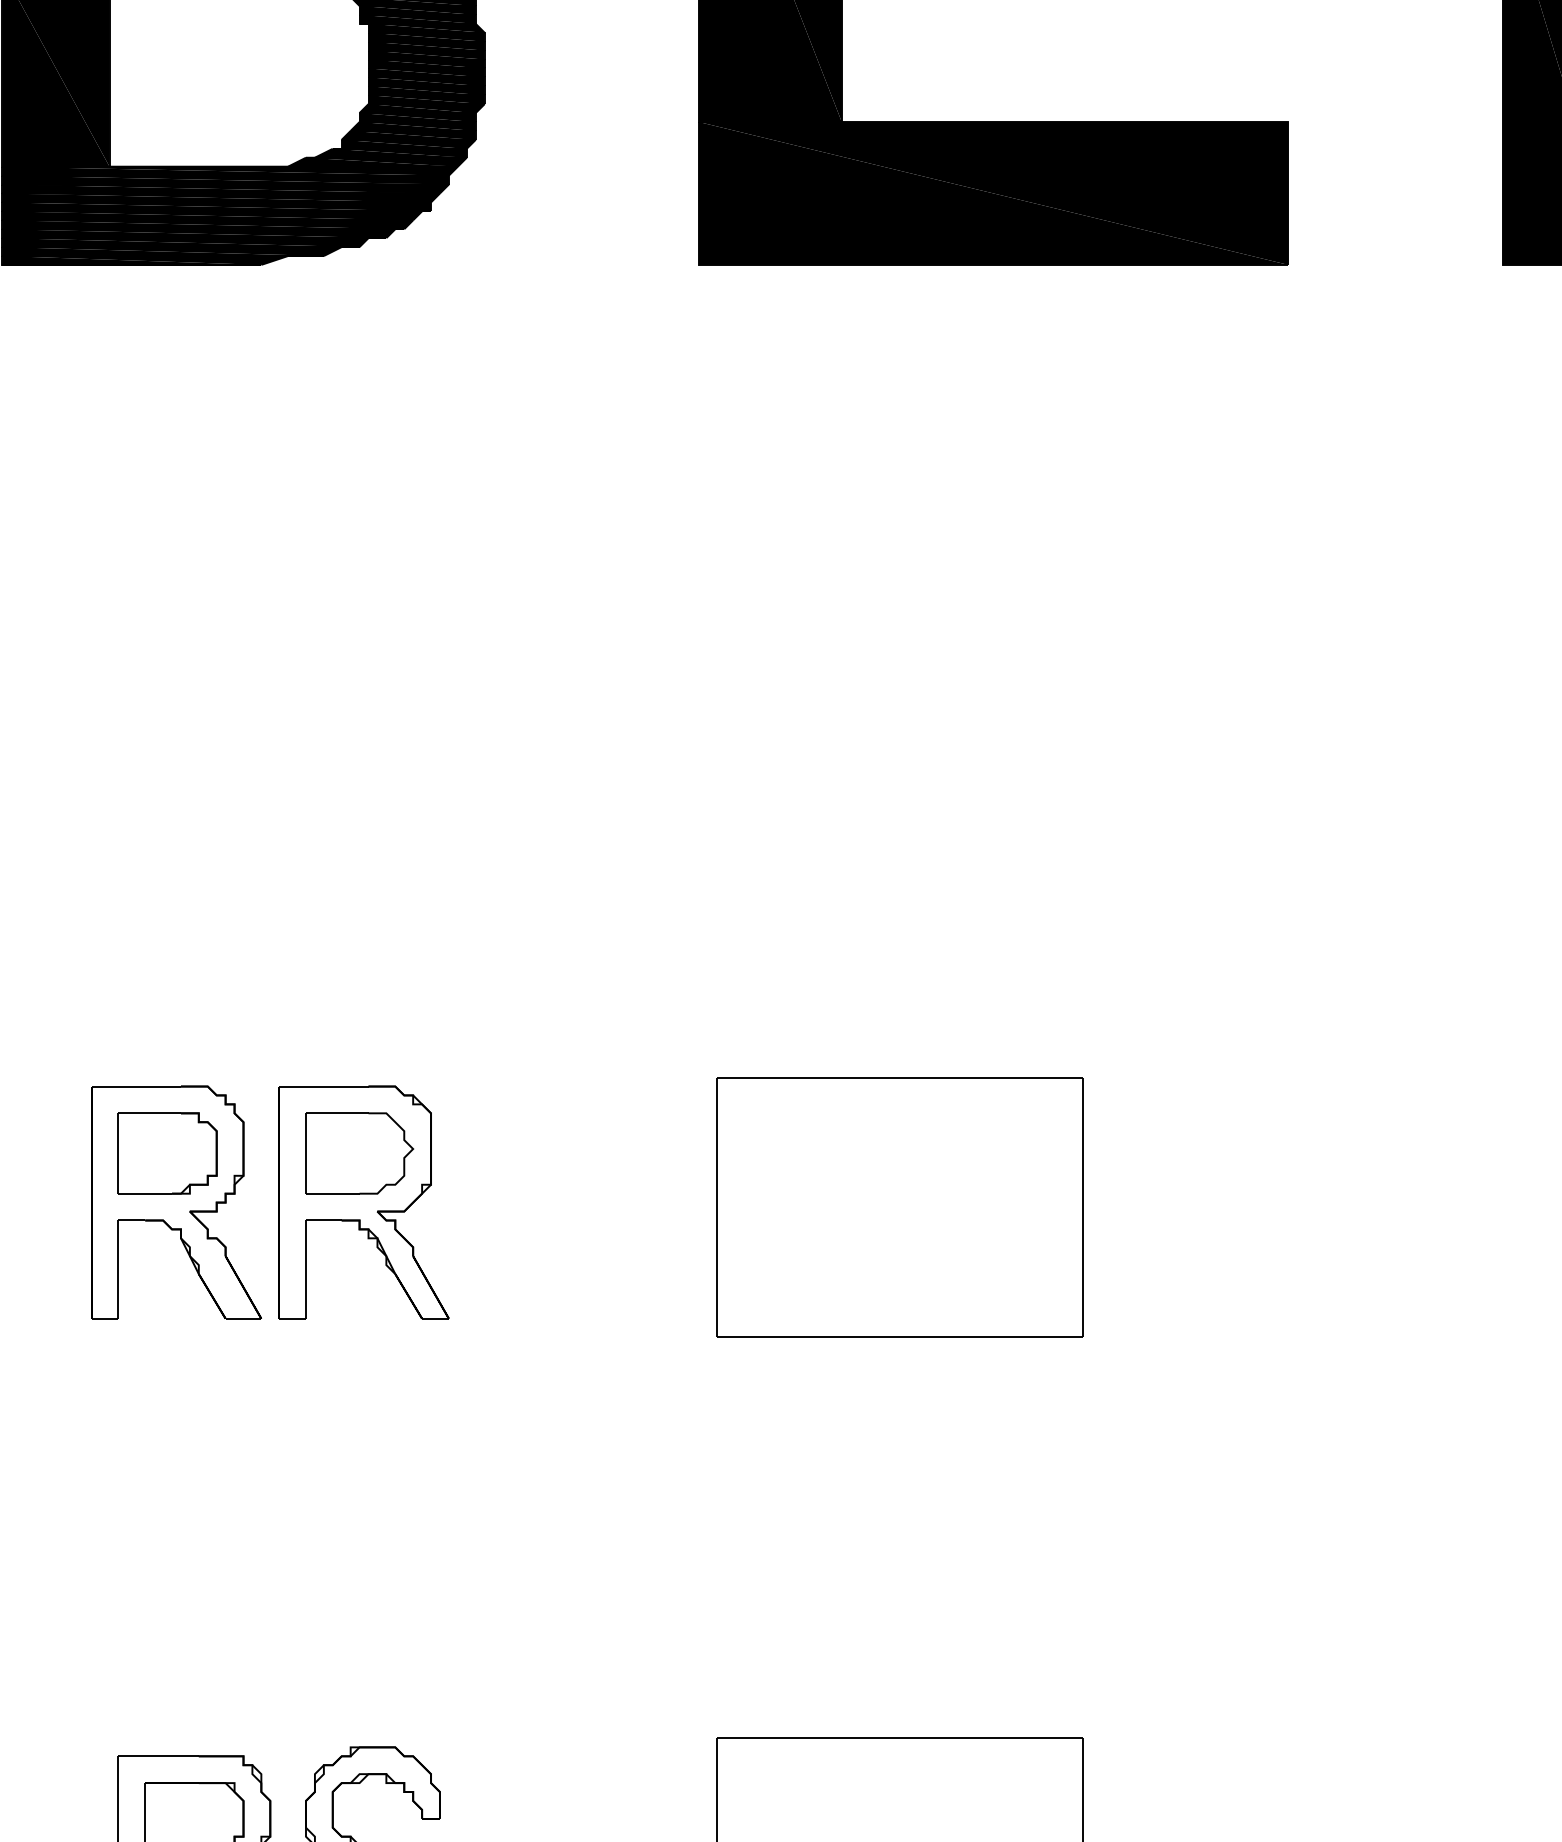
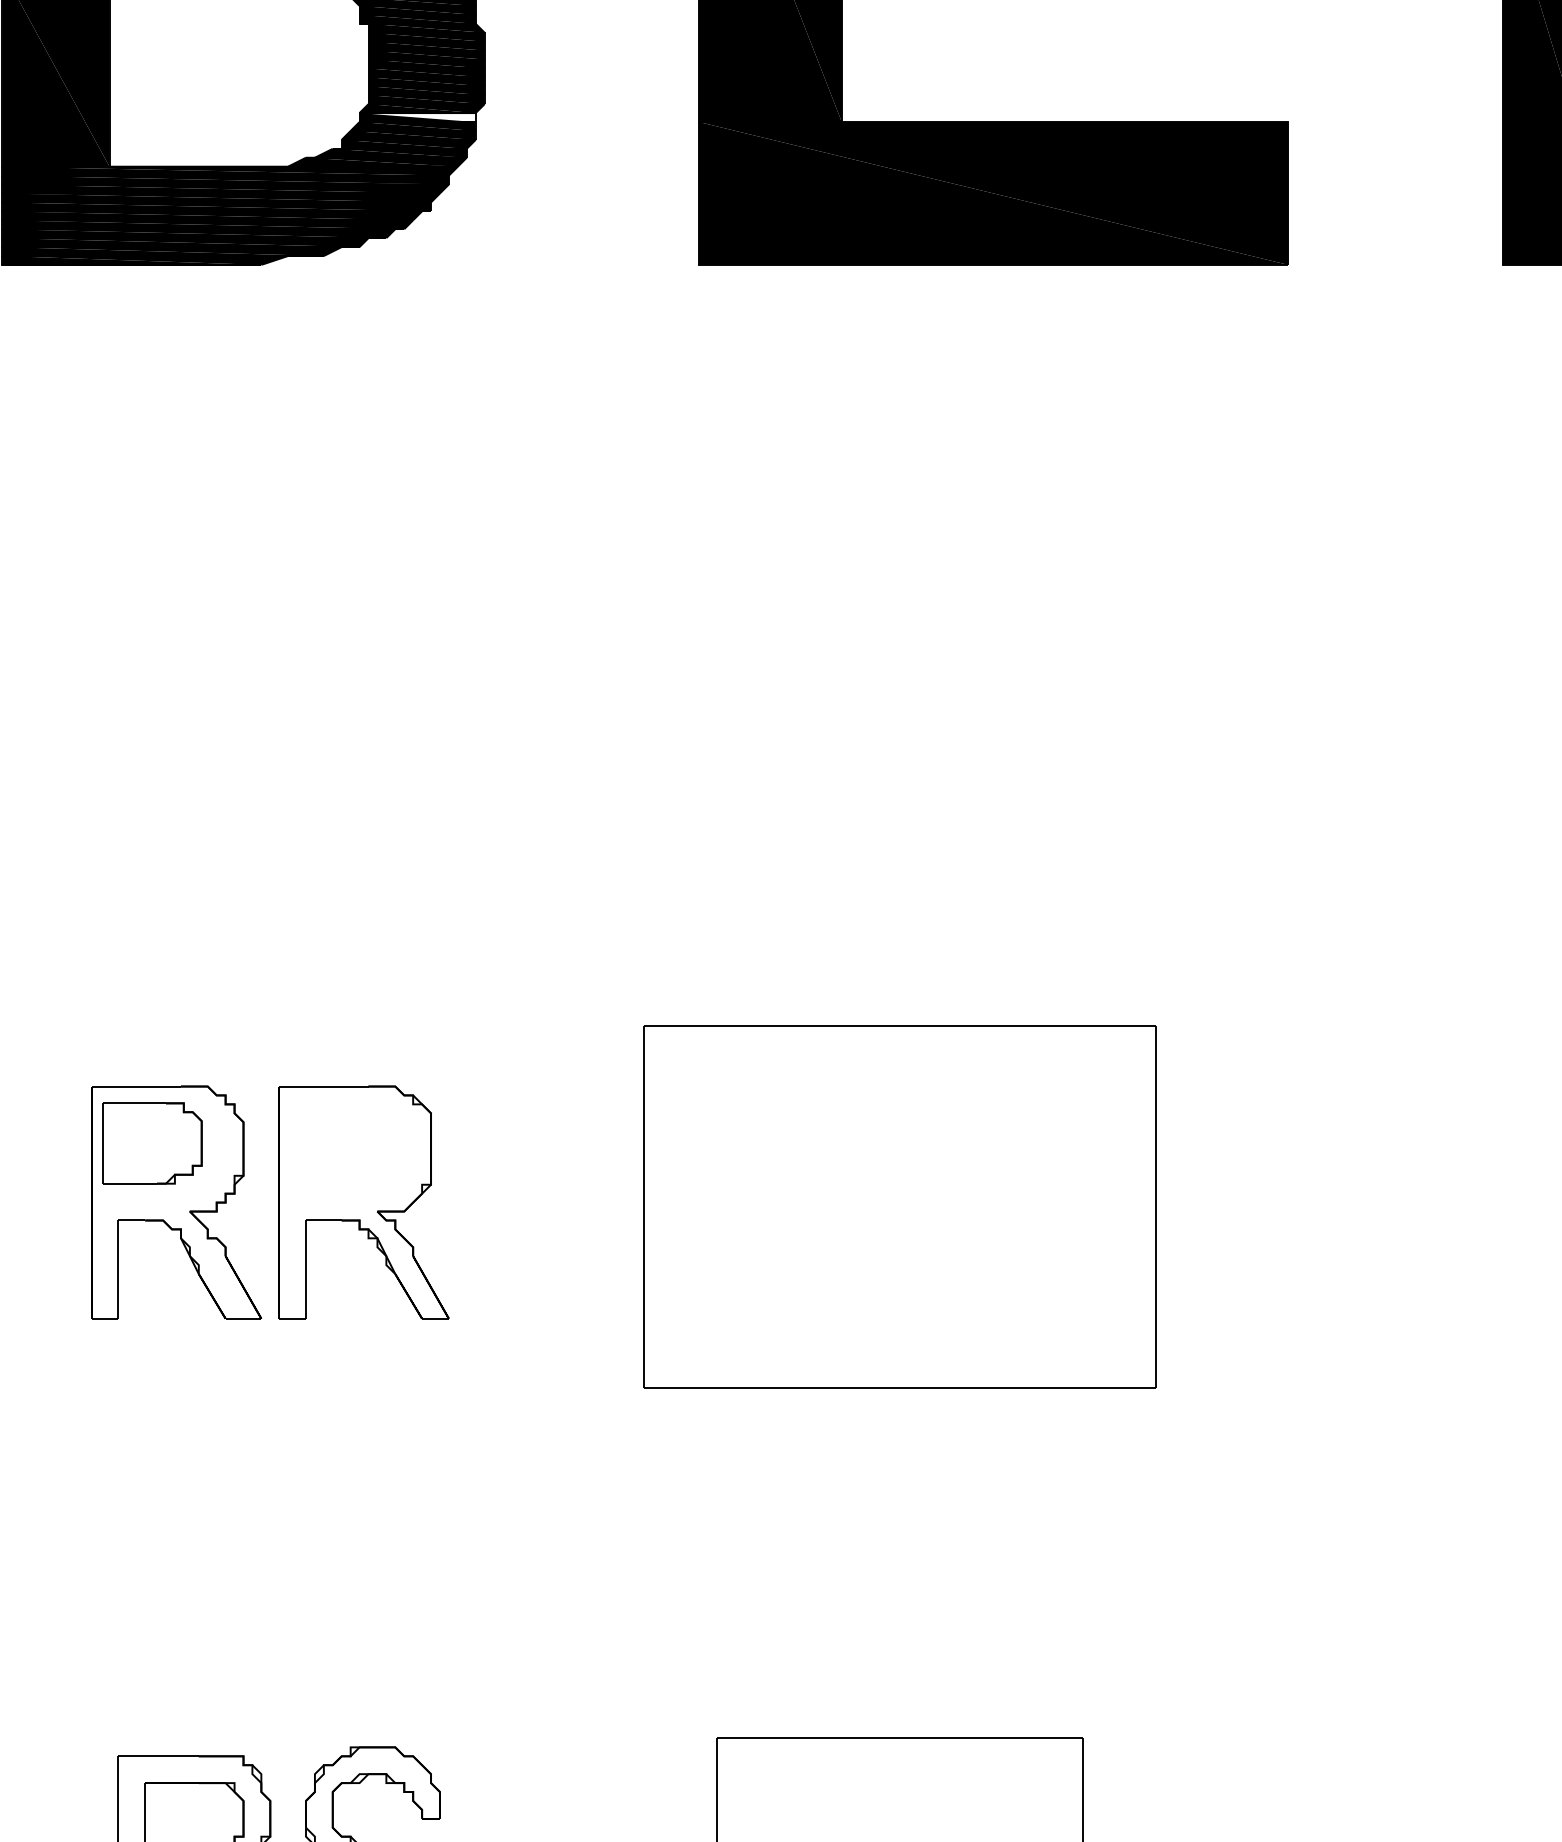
fill at (417, 117): present -> none
part at (167, 1153) position: (167, 1153) -> (152, 1143)
part at (359, 1153): present -> none
part at (899, 1207) size: 368x261 px -> 514x364 px
